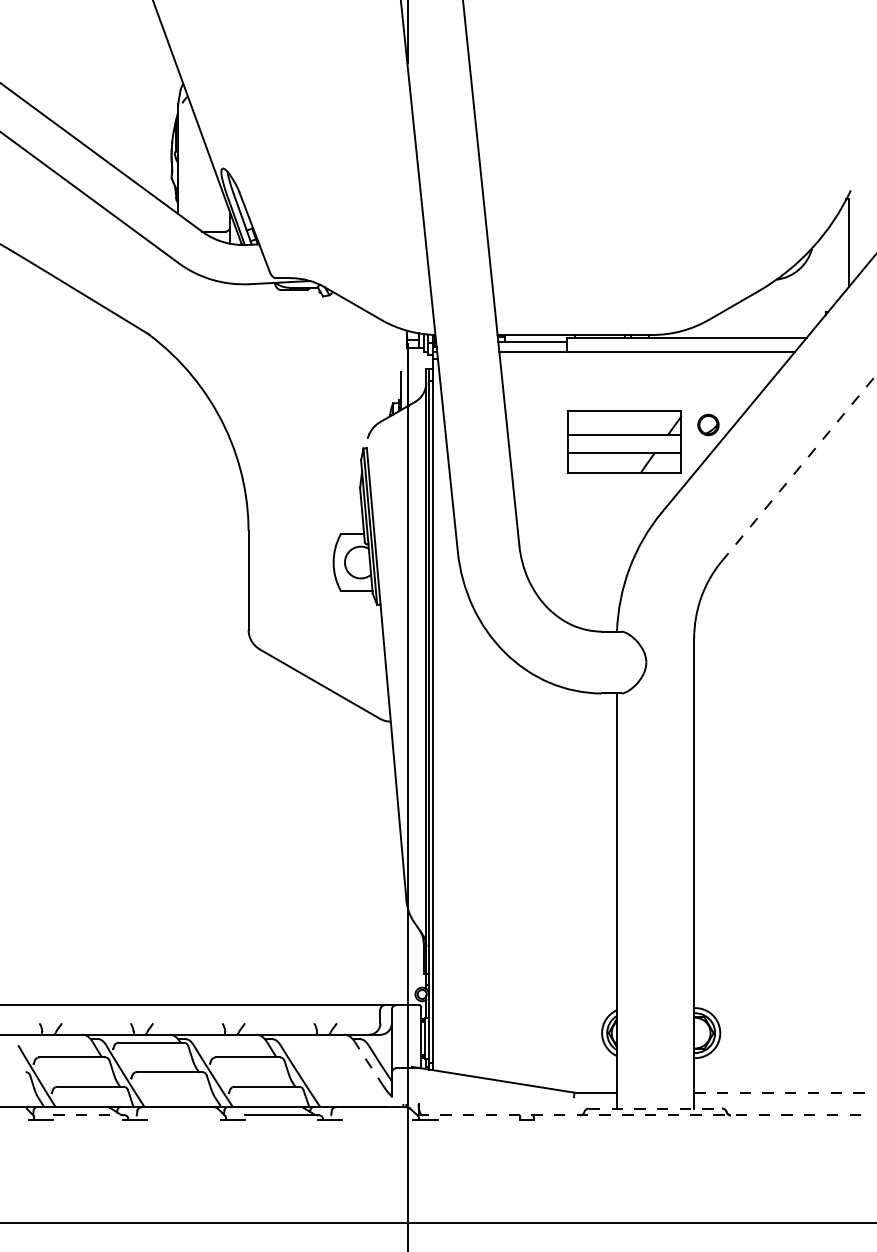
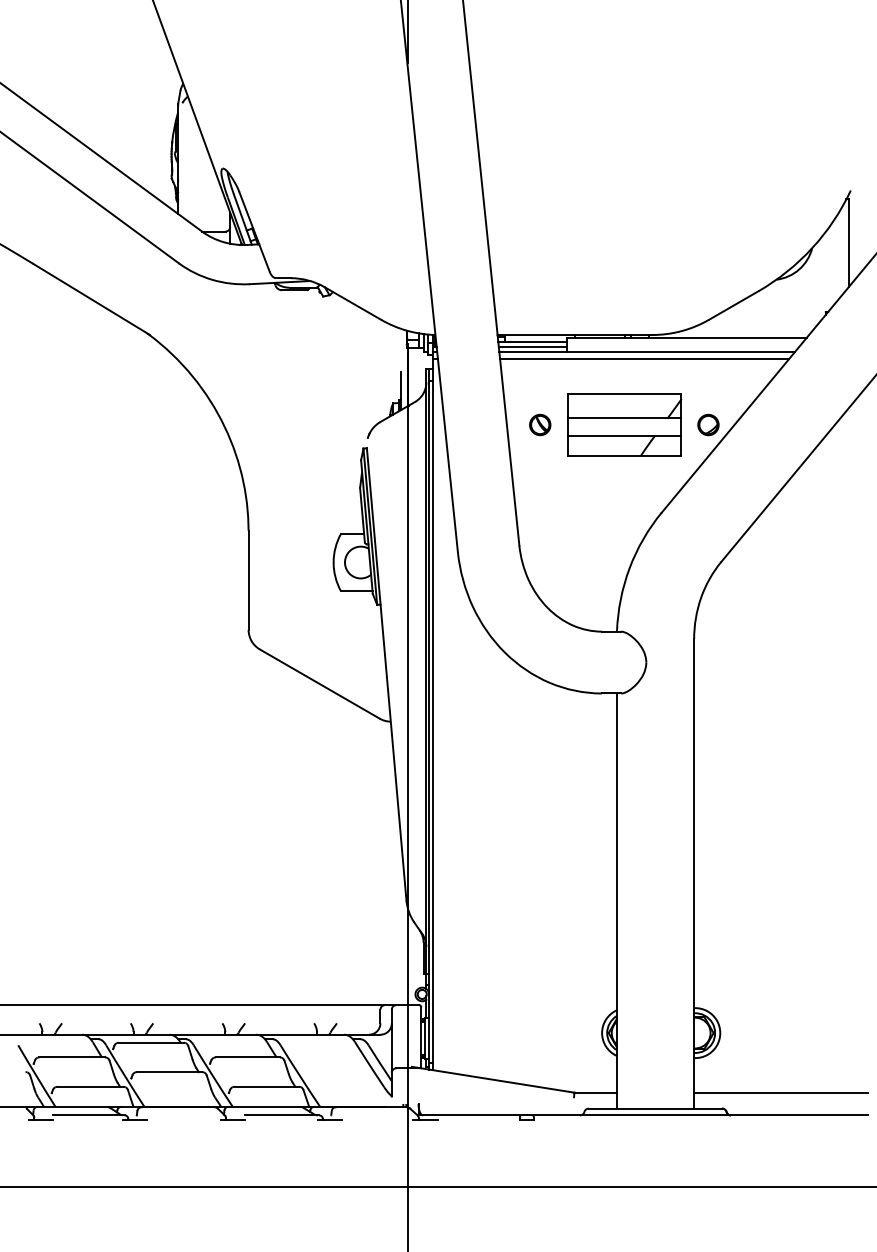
line at (532, 347): none -> present
line at (644, 358): none -> present
part at (540, 424): none -> present
part at (624, 441) position: (624, 441) -> (624, 424)
line at (799, 468): dashed -> solid
line at (369, 1064): dashed -> solid
line at (781, 1092): dashed -> solid
line at (655, 1108): dashed -> solid
line at (88, 1115): dashed -> solid
line at (643, 1115): dashed -> solid
line at (437, 1223) position: (437, 1223) -> (437, 1187)
